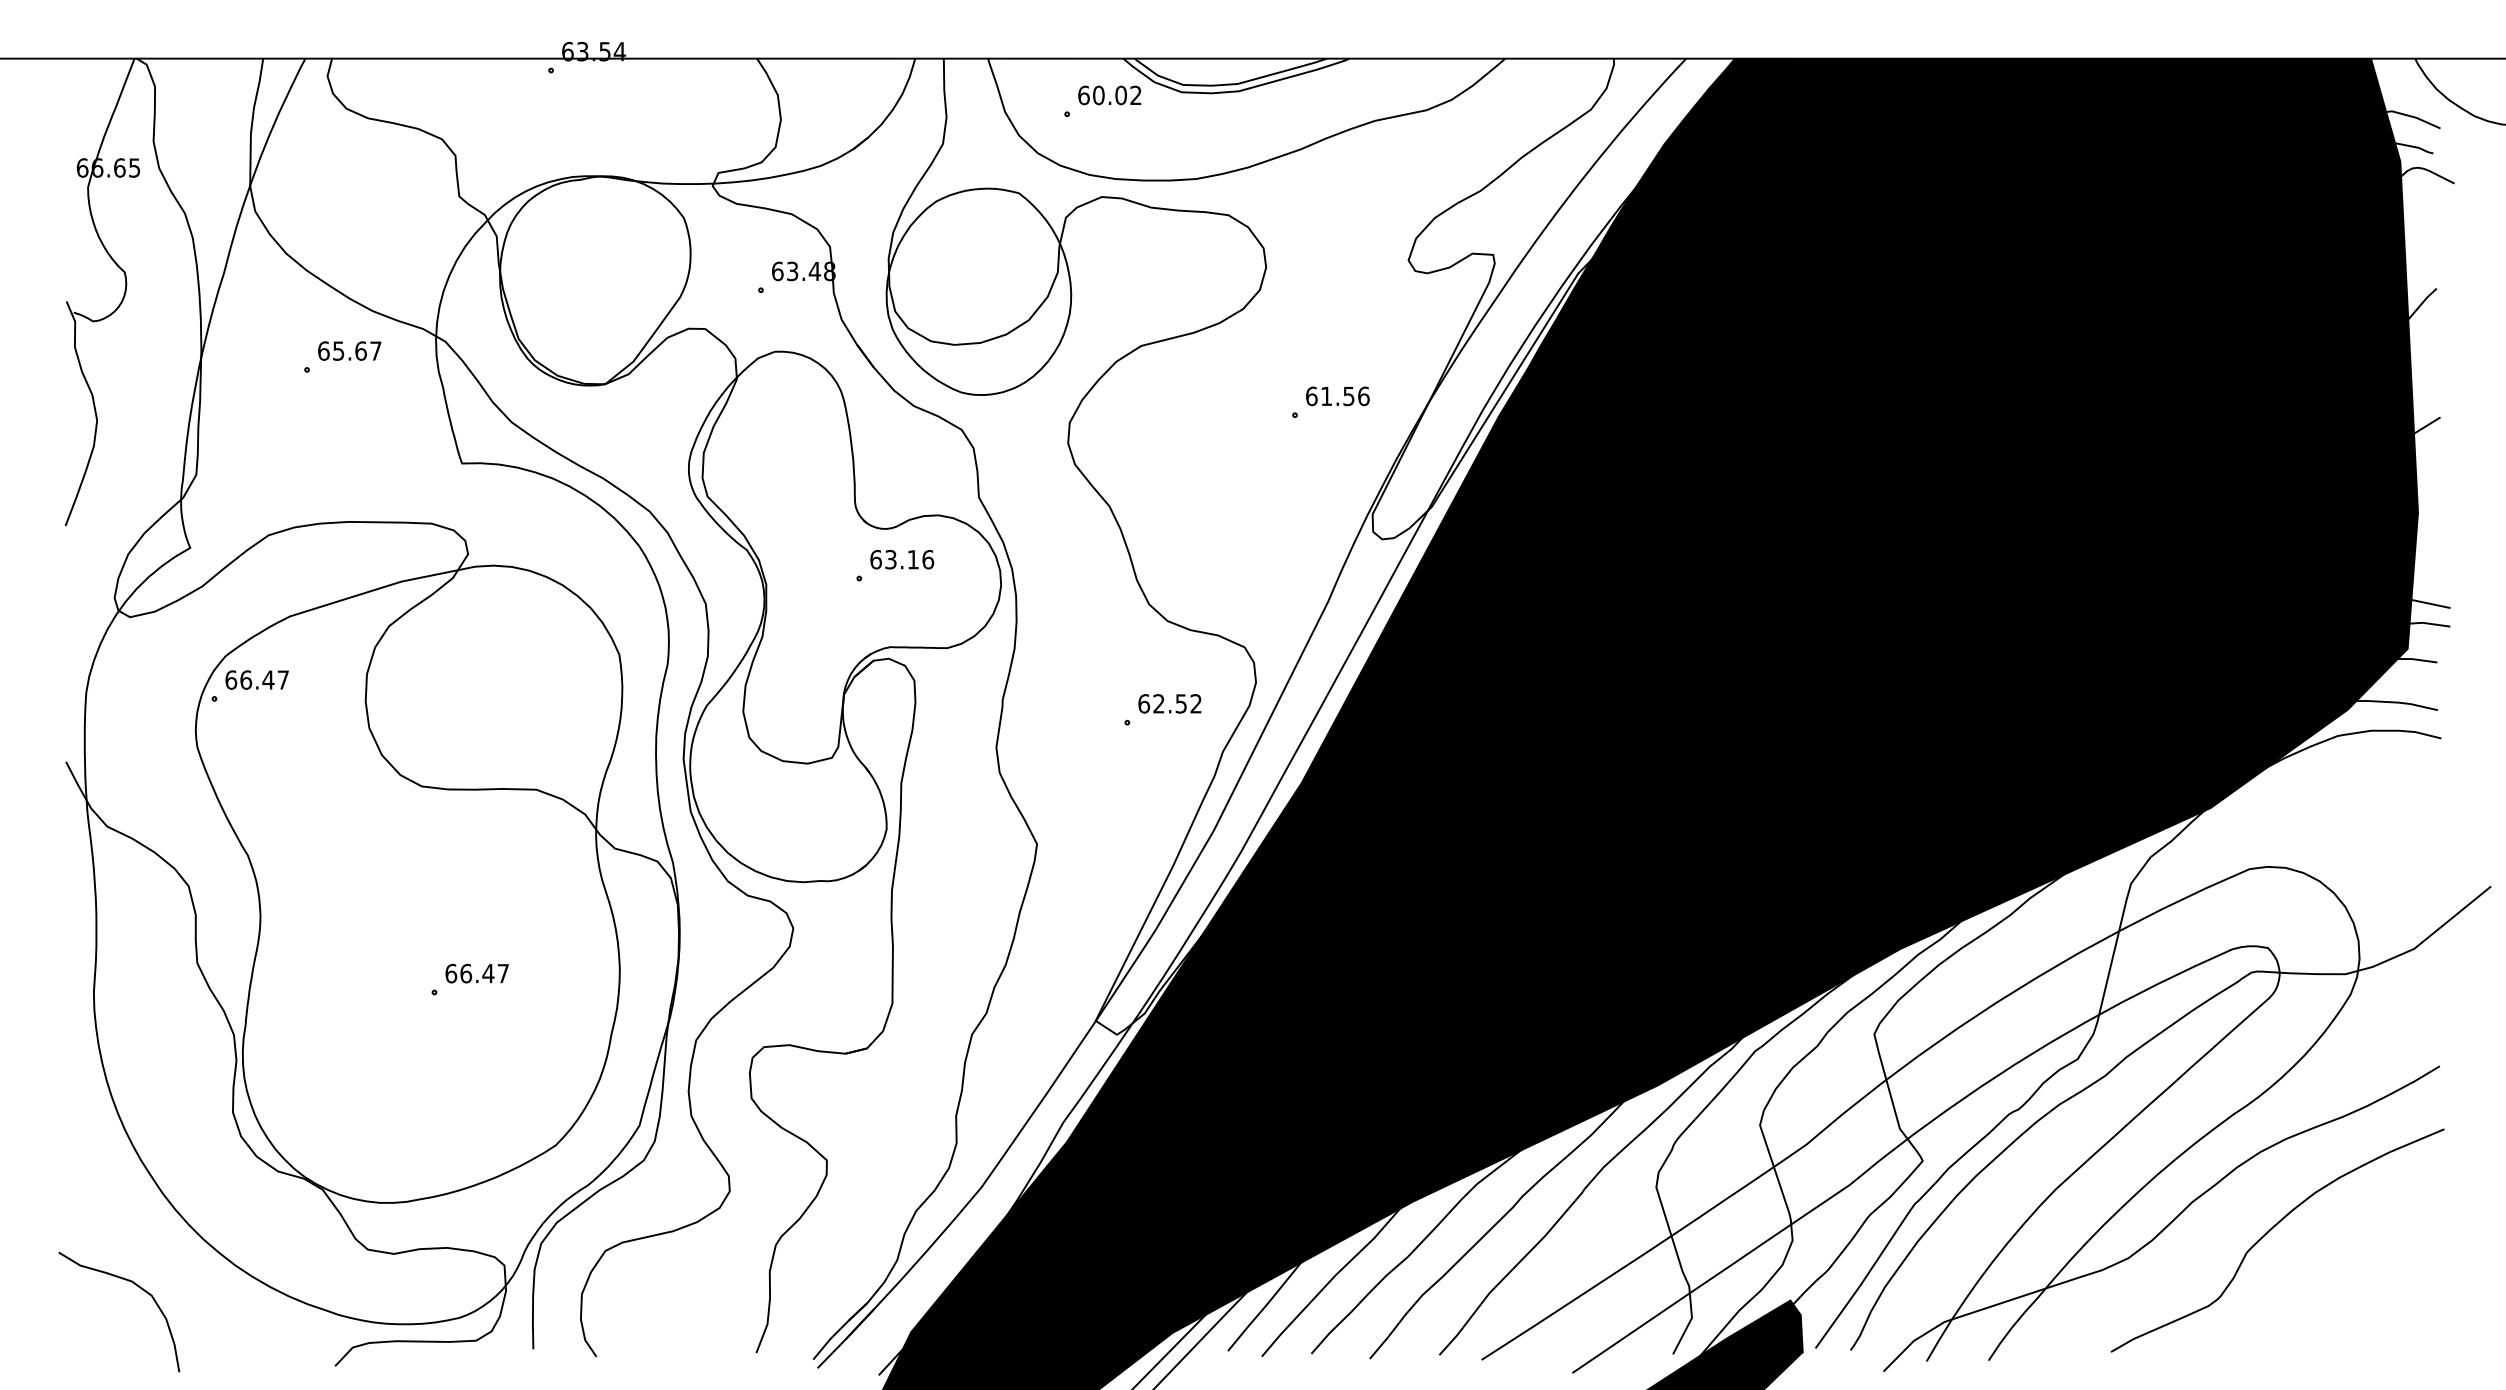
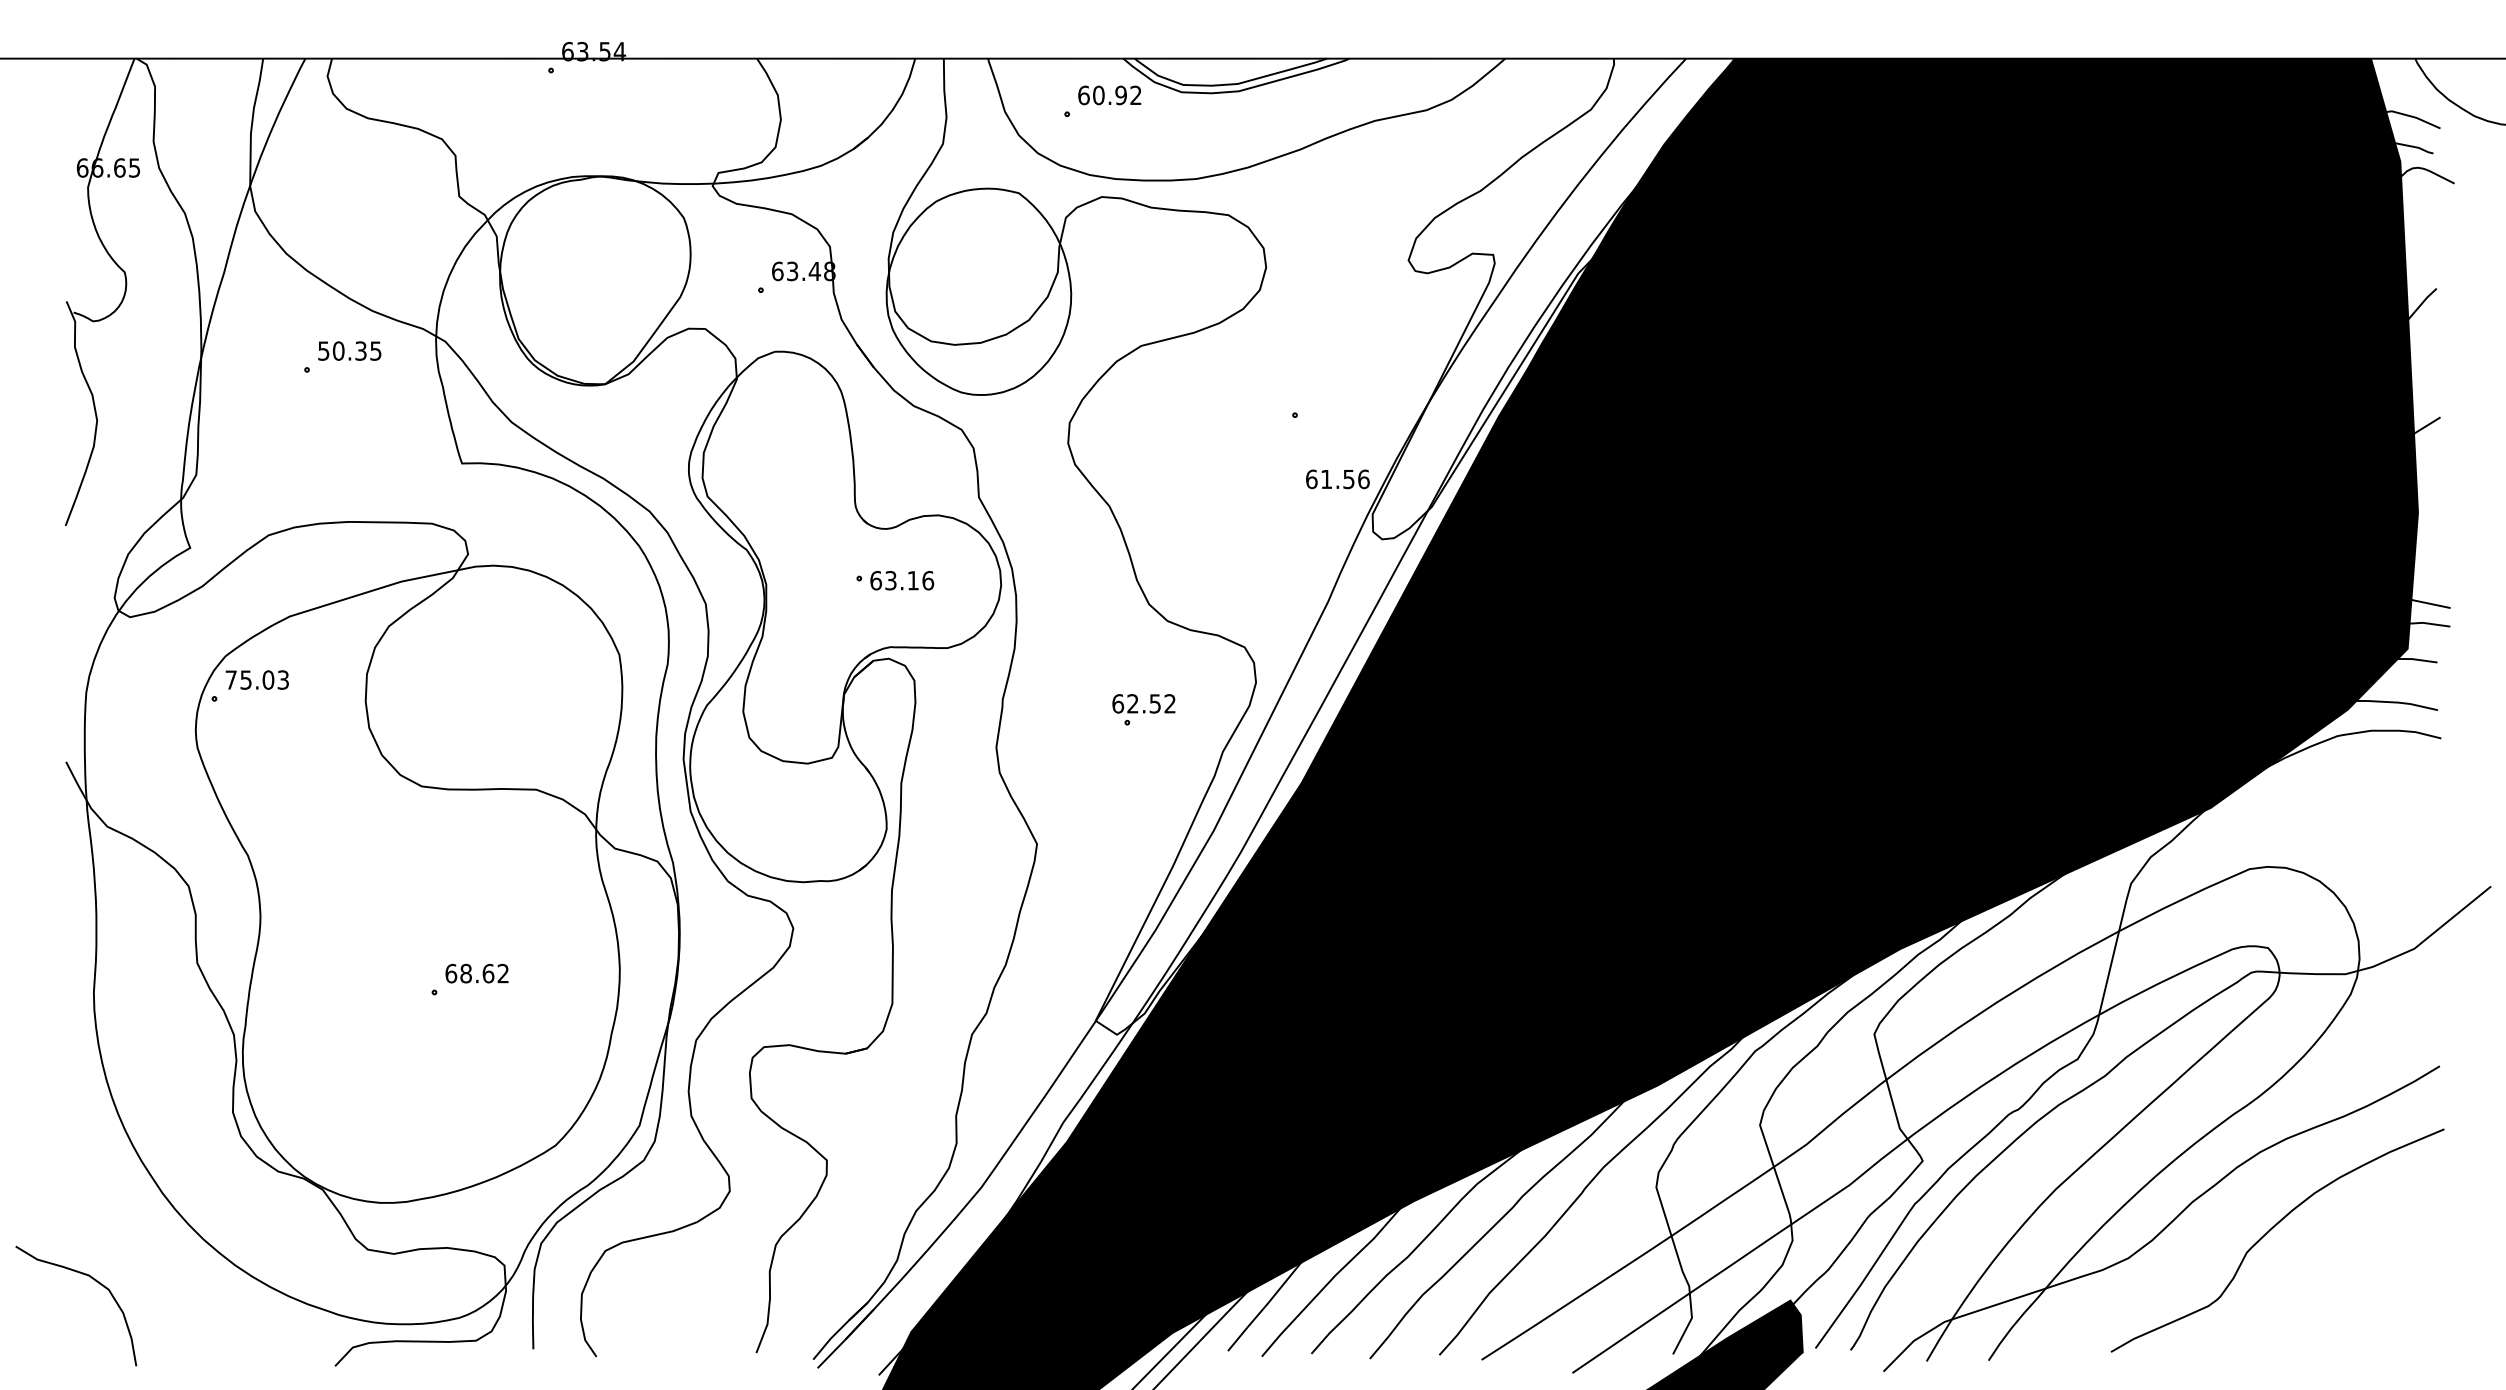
text at (1120, 95): 60.02 -> 60.92
text at (349, 350): 65.67 -> 50.35
text at (1337, 396) position: (1337, 396) -> (1337, 479)
text at (902, 559) position: (902, 559) -> (902, 580)
text at (256, 679): 66.47 -> 75.03
text at (1169, 703) position: (1169, 703) -> (1143, 703)
text at (484, 973): 66.47 -> 68.62
curve at (135, 1285) position: (135, 1285) -> (92, 1279)
